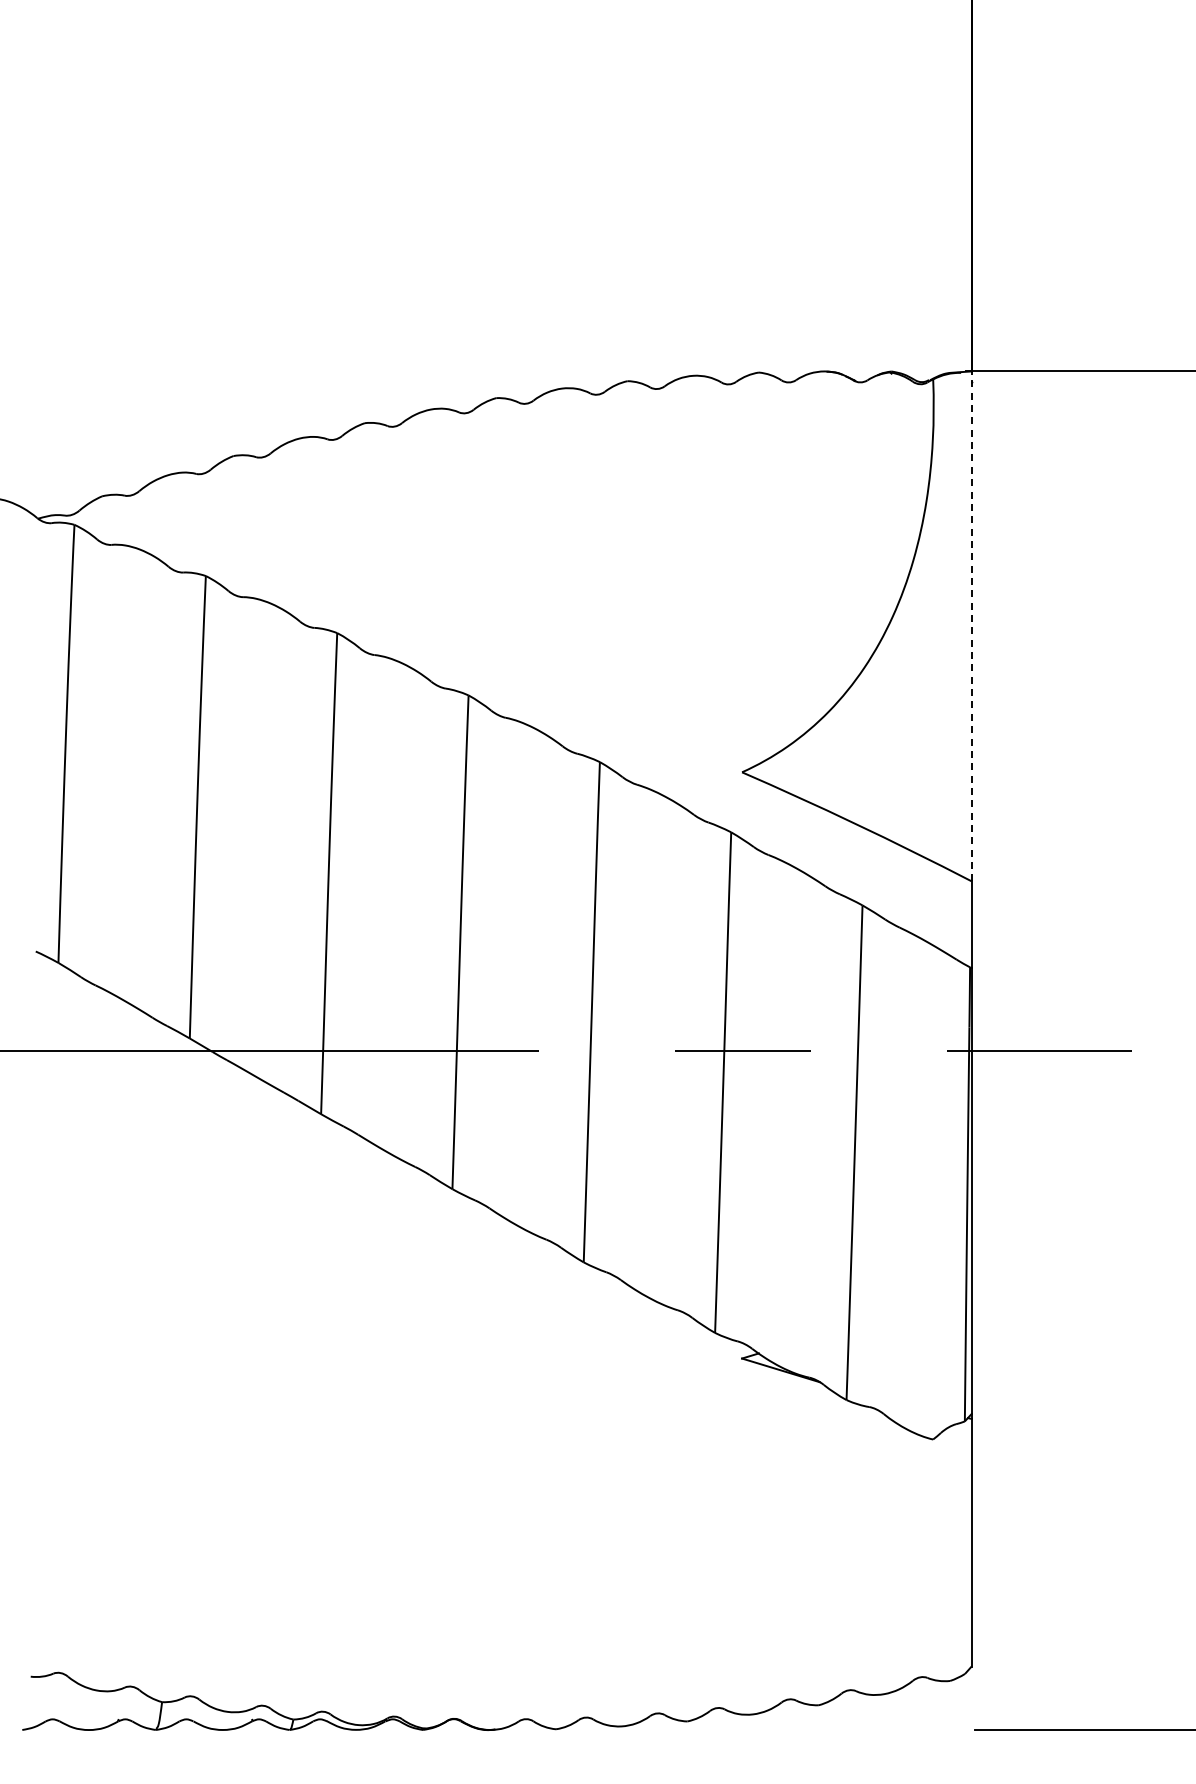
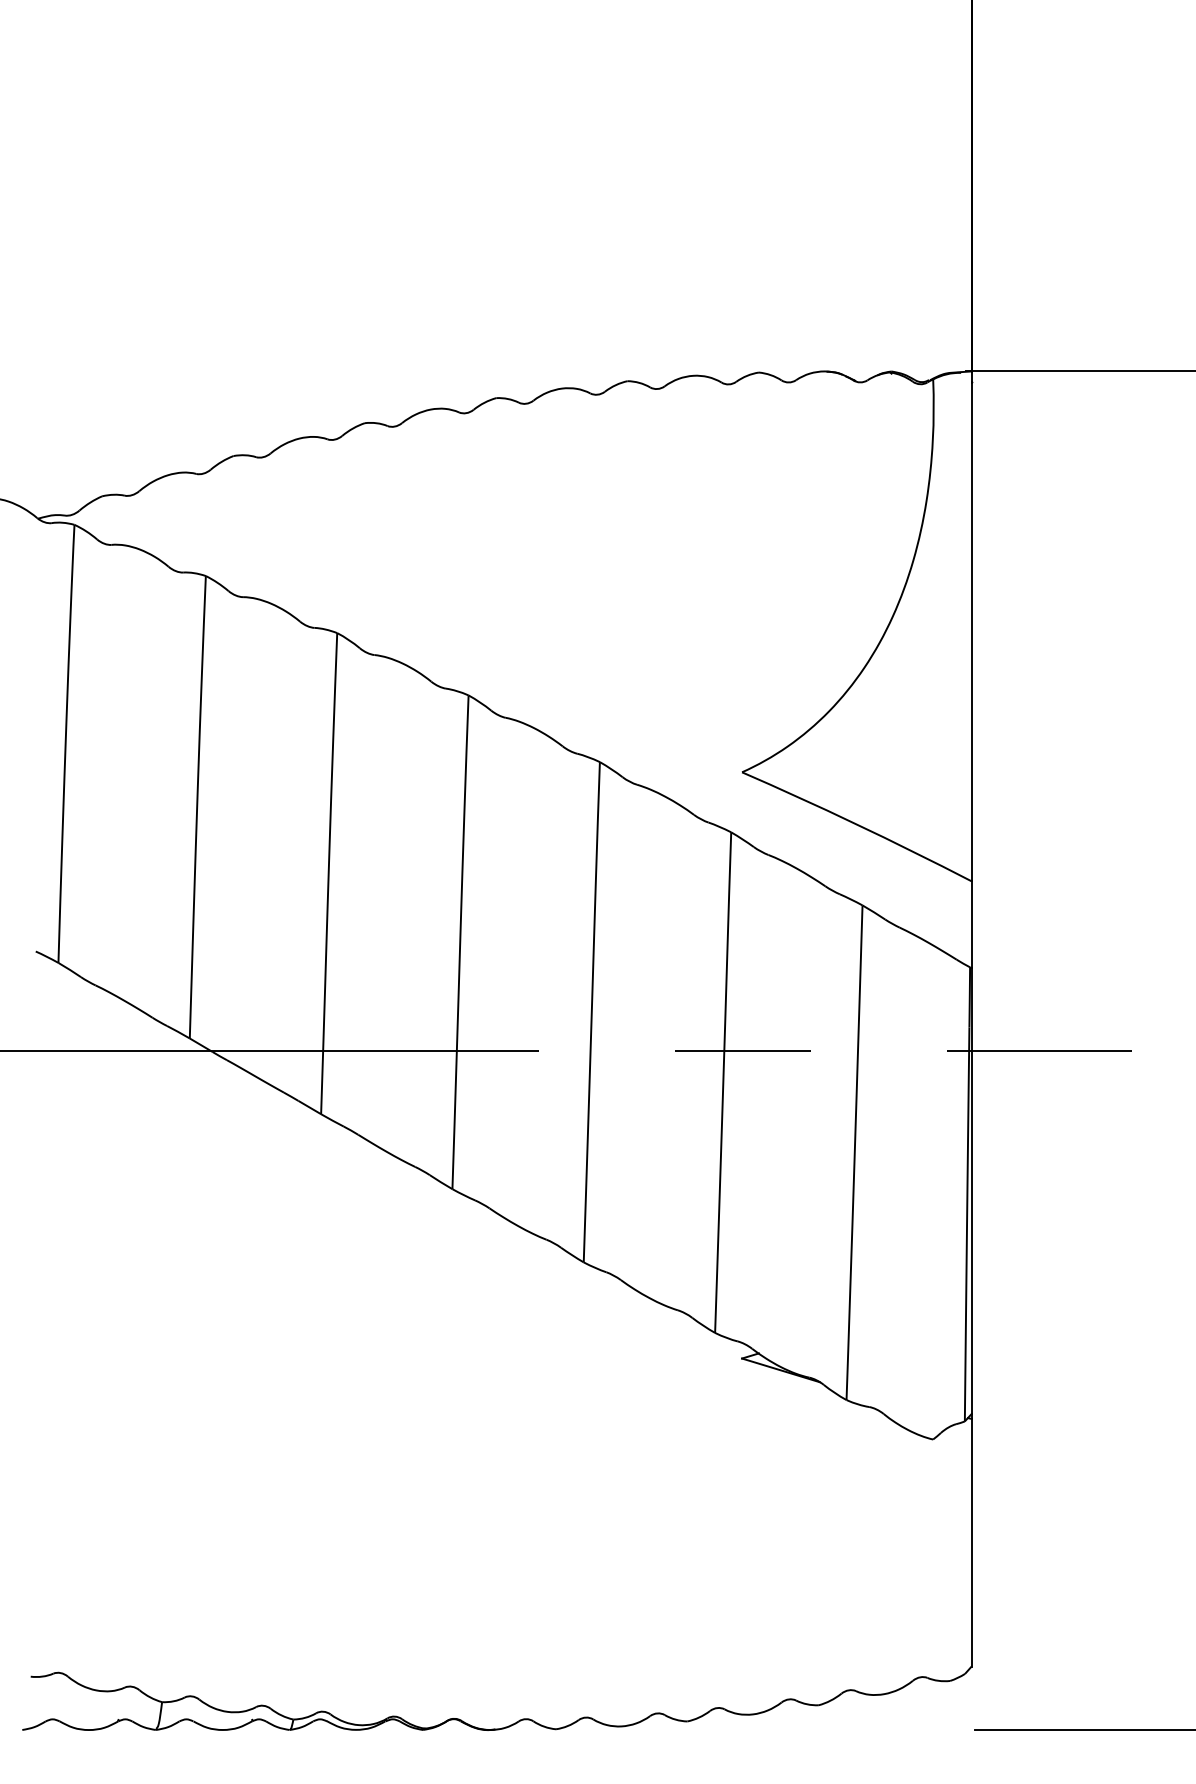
line at (971, 626): dashed -> solid
